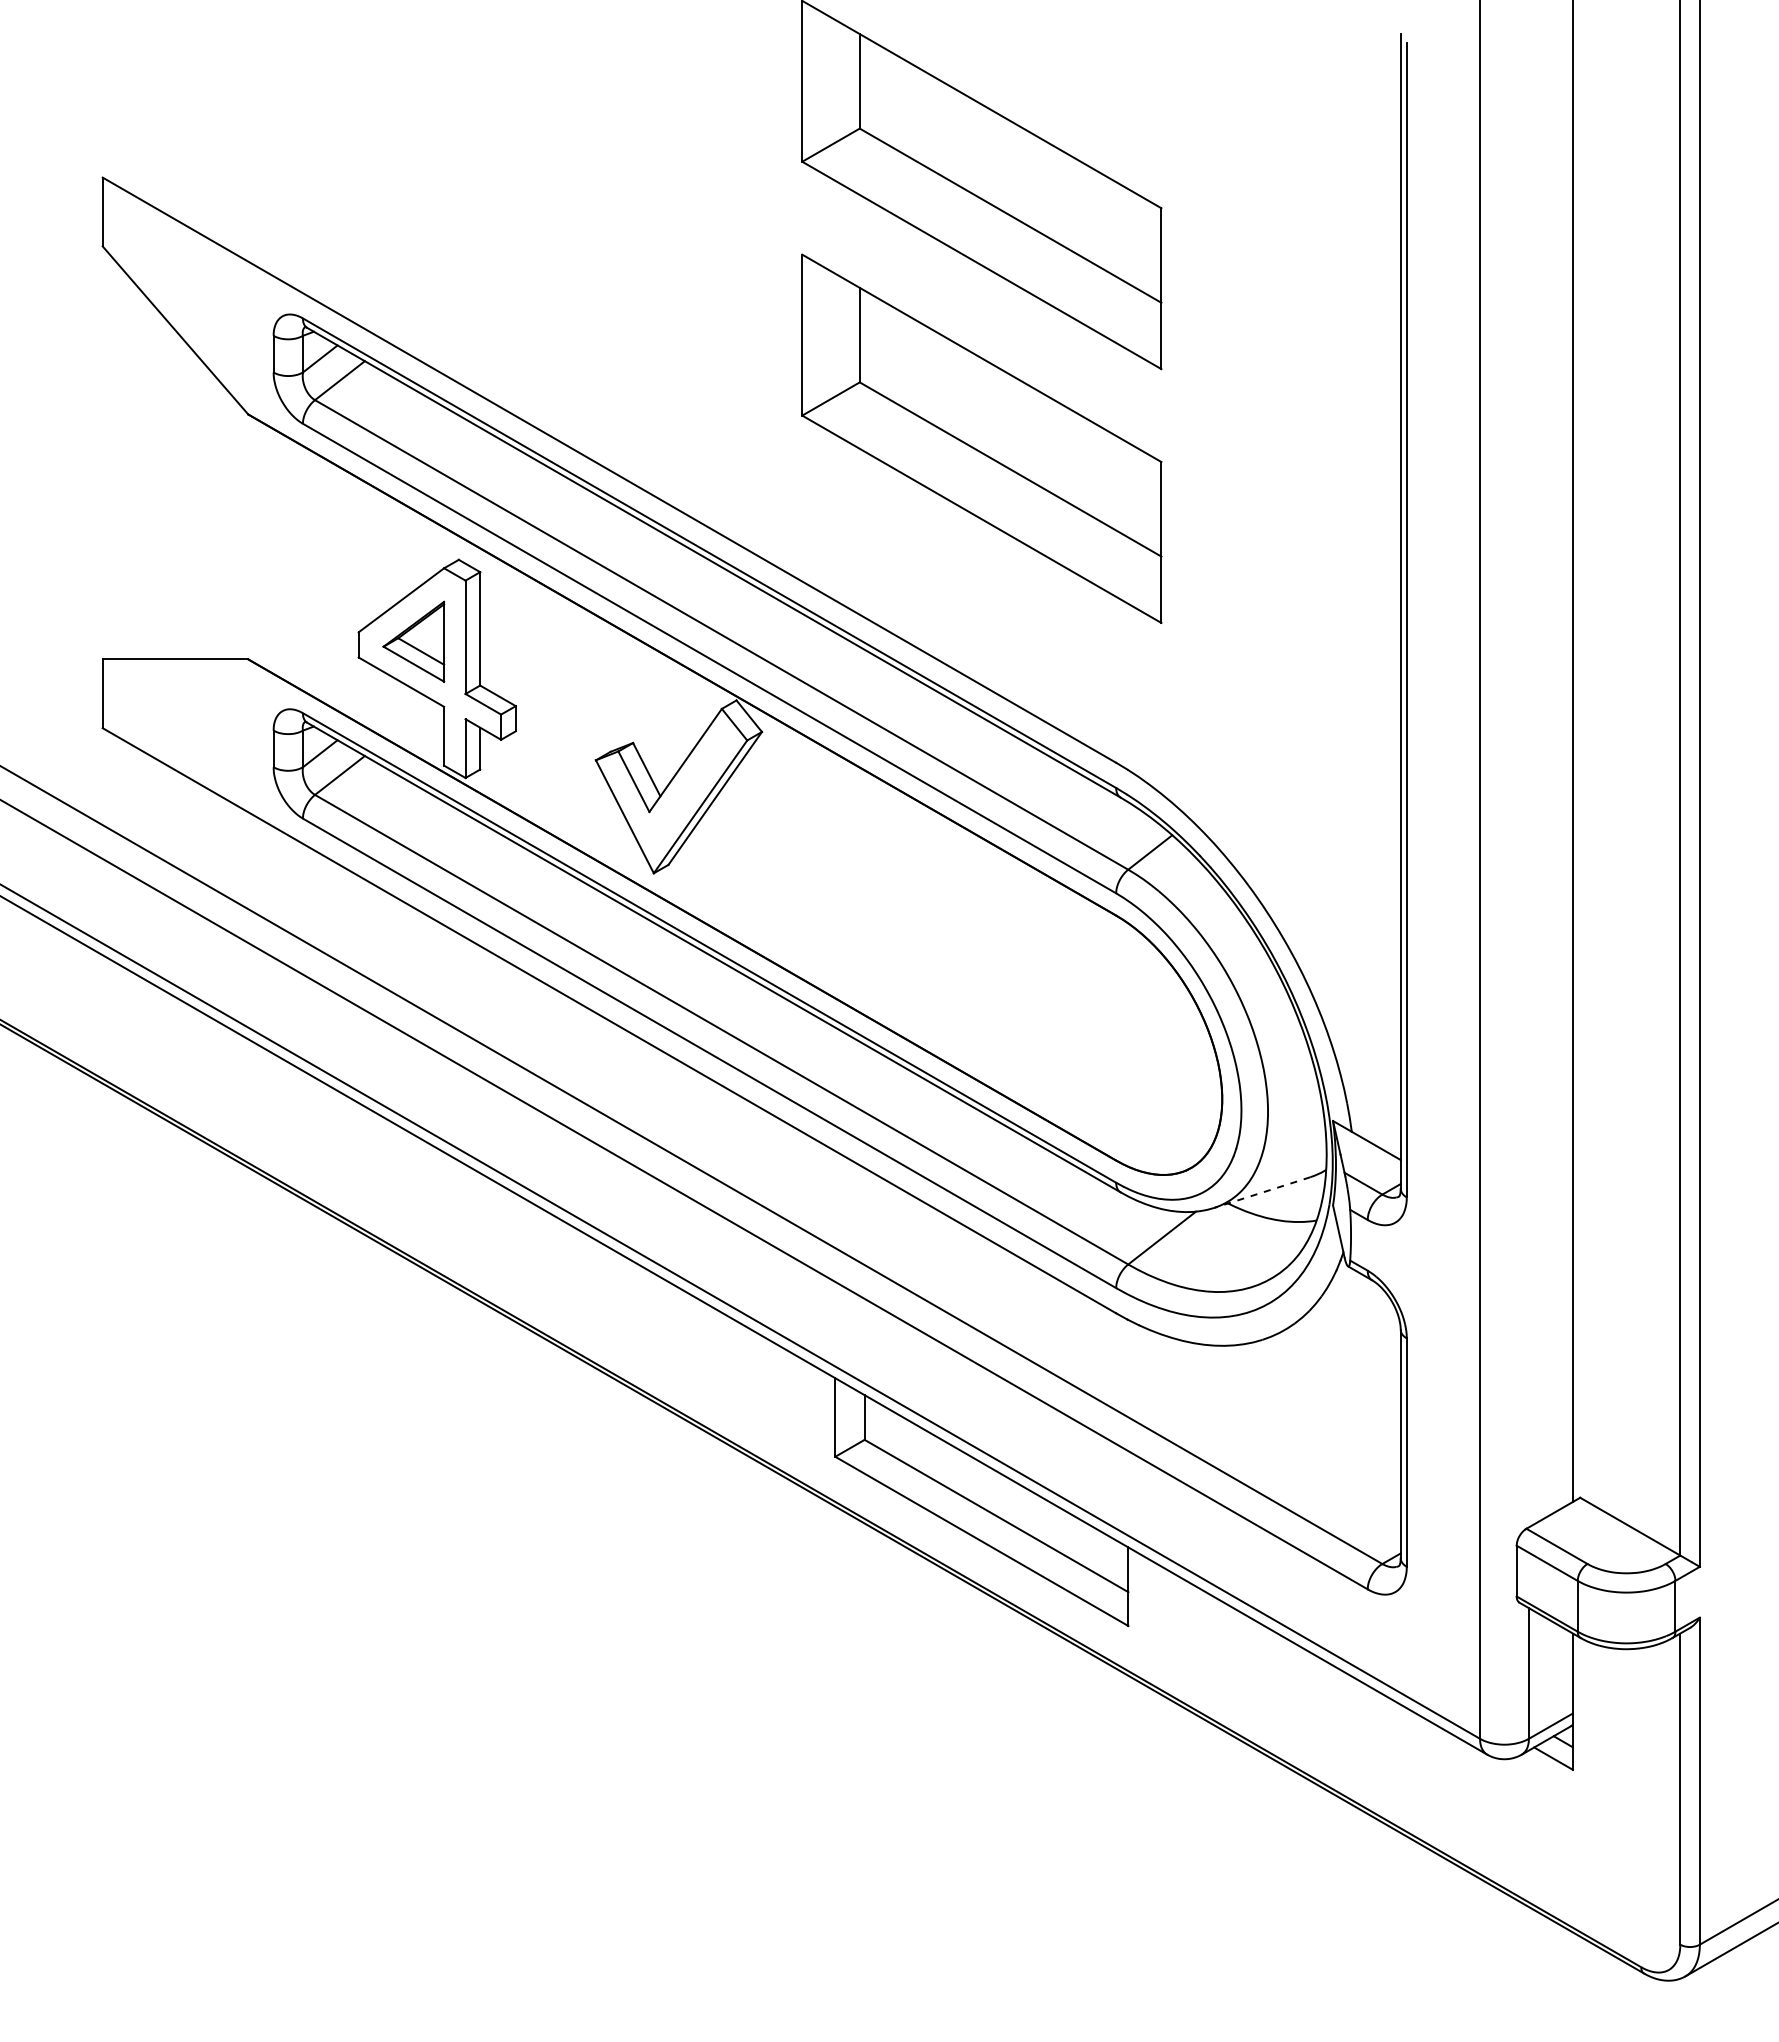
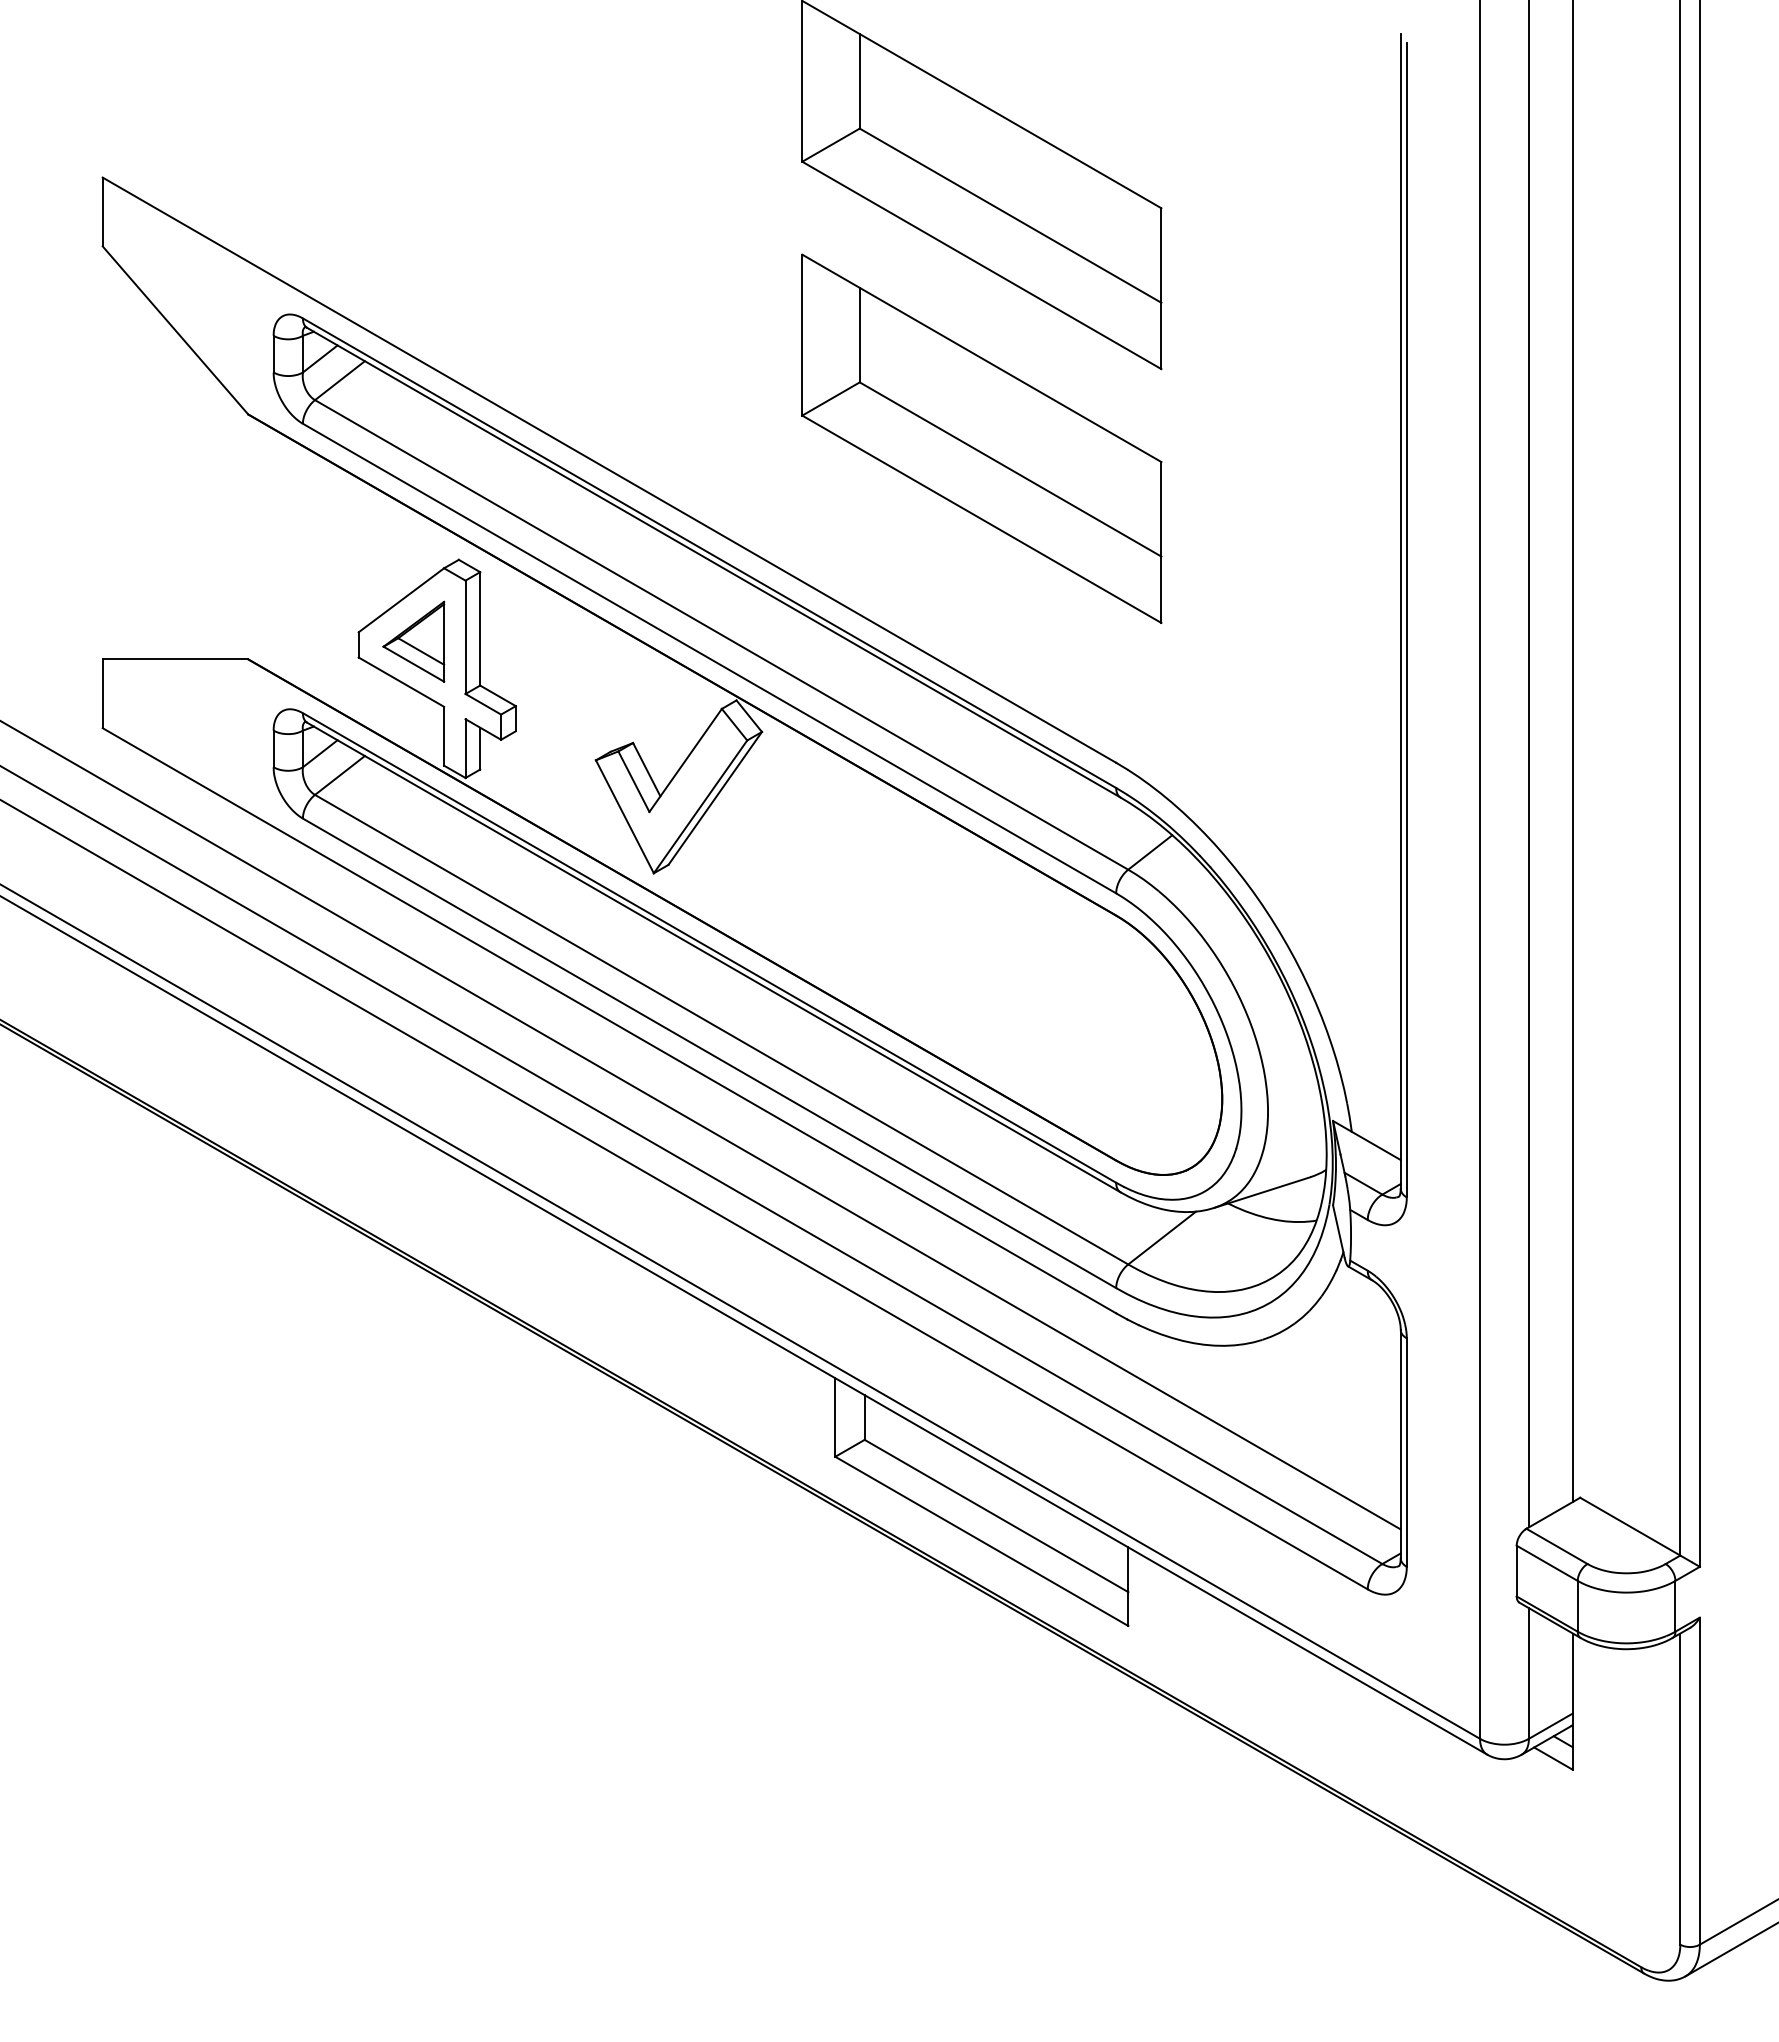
line at (1528, 764): none -> present
line at (701, 1125): none -> present
line at (1262, 1192): dashed -> solid
